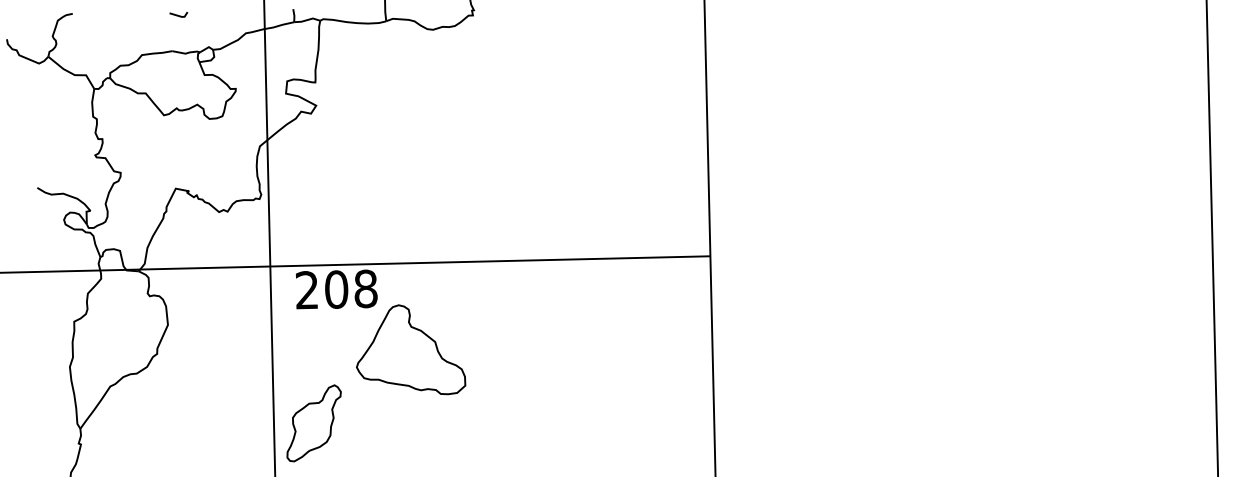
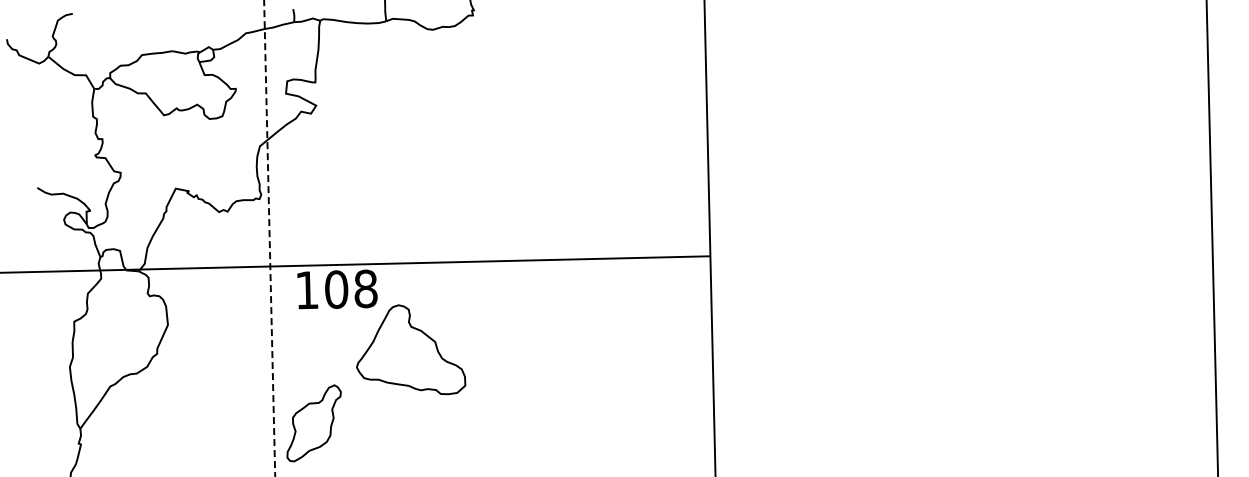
line at (177, 14): present -> none
line at (269, 238): solid -> dashed
text at (307, 290): 208 -> 108
